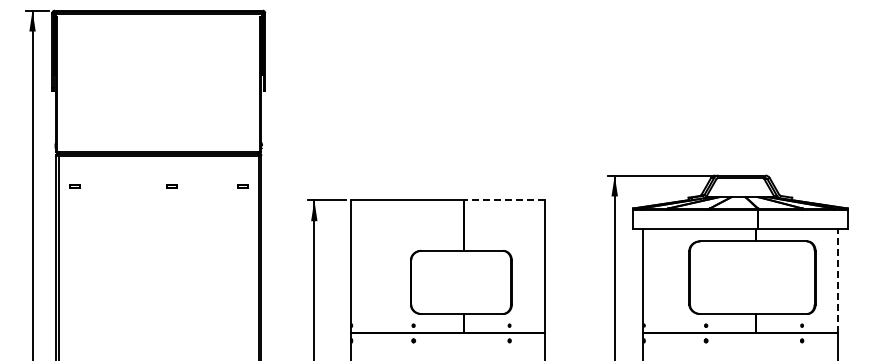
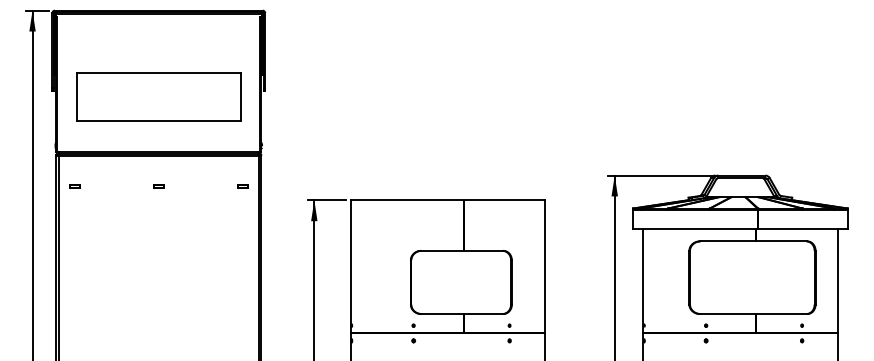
part at (158, 96): none -> present
part at (171, 186) position: (171, 186) -> (158, 186)
line at (504, 200): dashed -> solid
line at (837, 280): dashed -> solid
